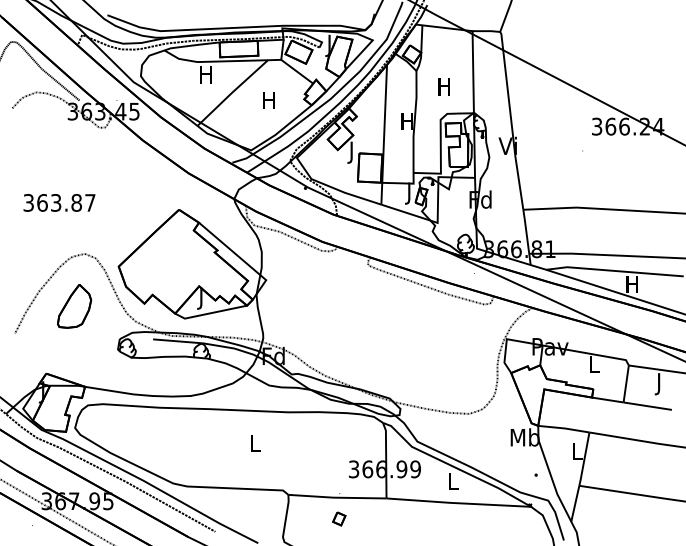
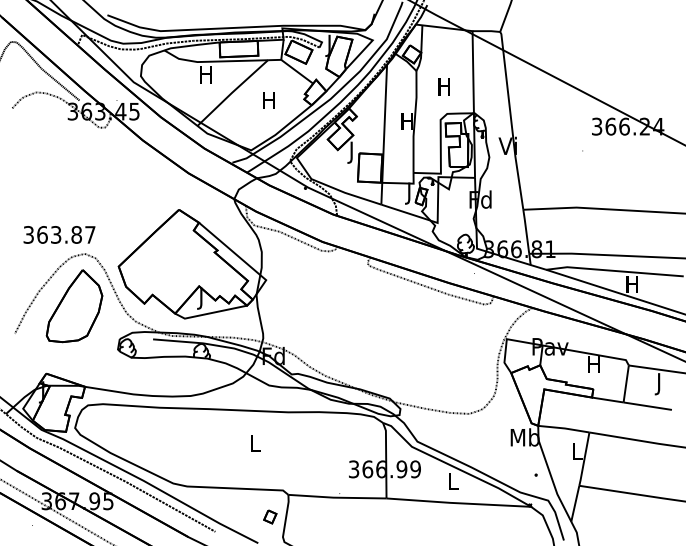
text at (59, 202) position: (59, 202) -> (59, 234)
part at (74, 306) size: 36x45 px -> 59x75 px
text at (593, 364): L -> H
part at (339, 518) position: (339, 518) -> (270, 516)
